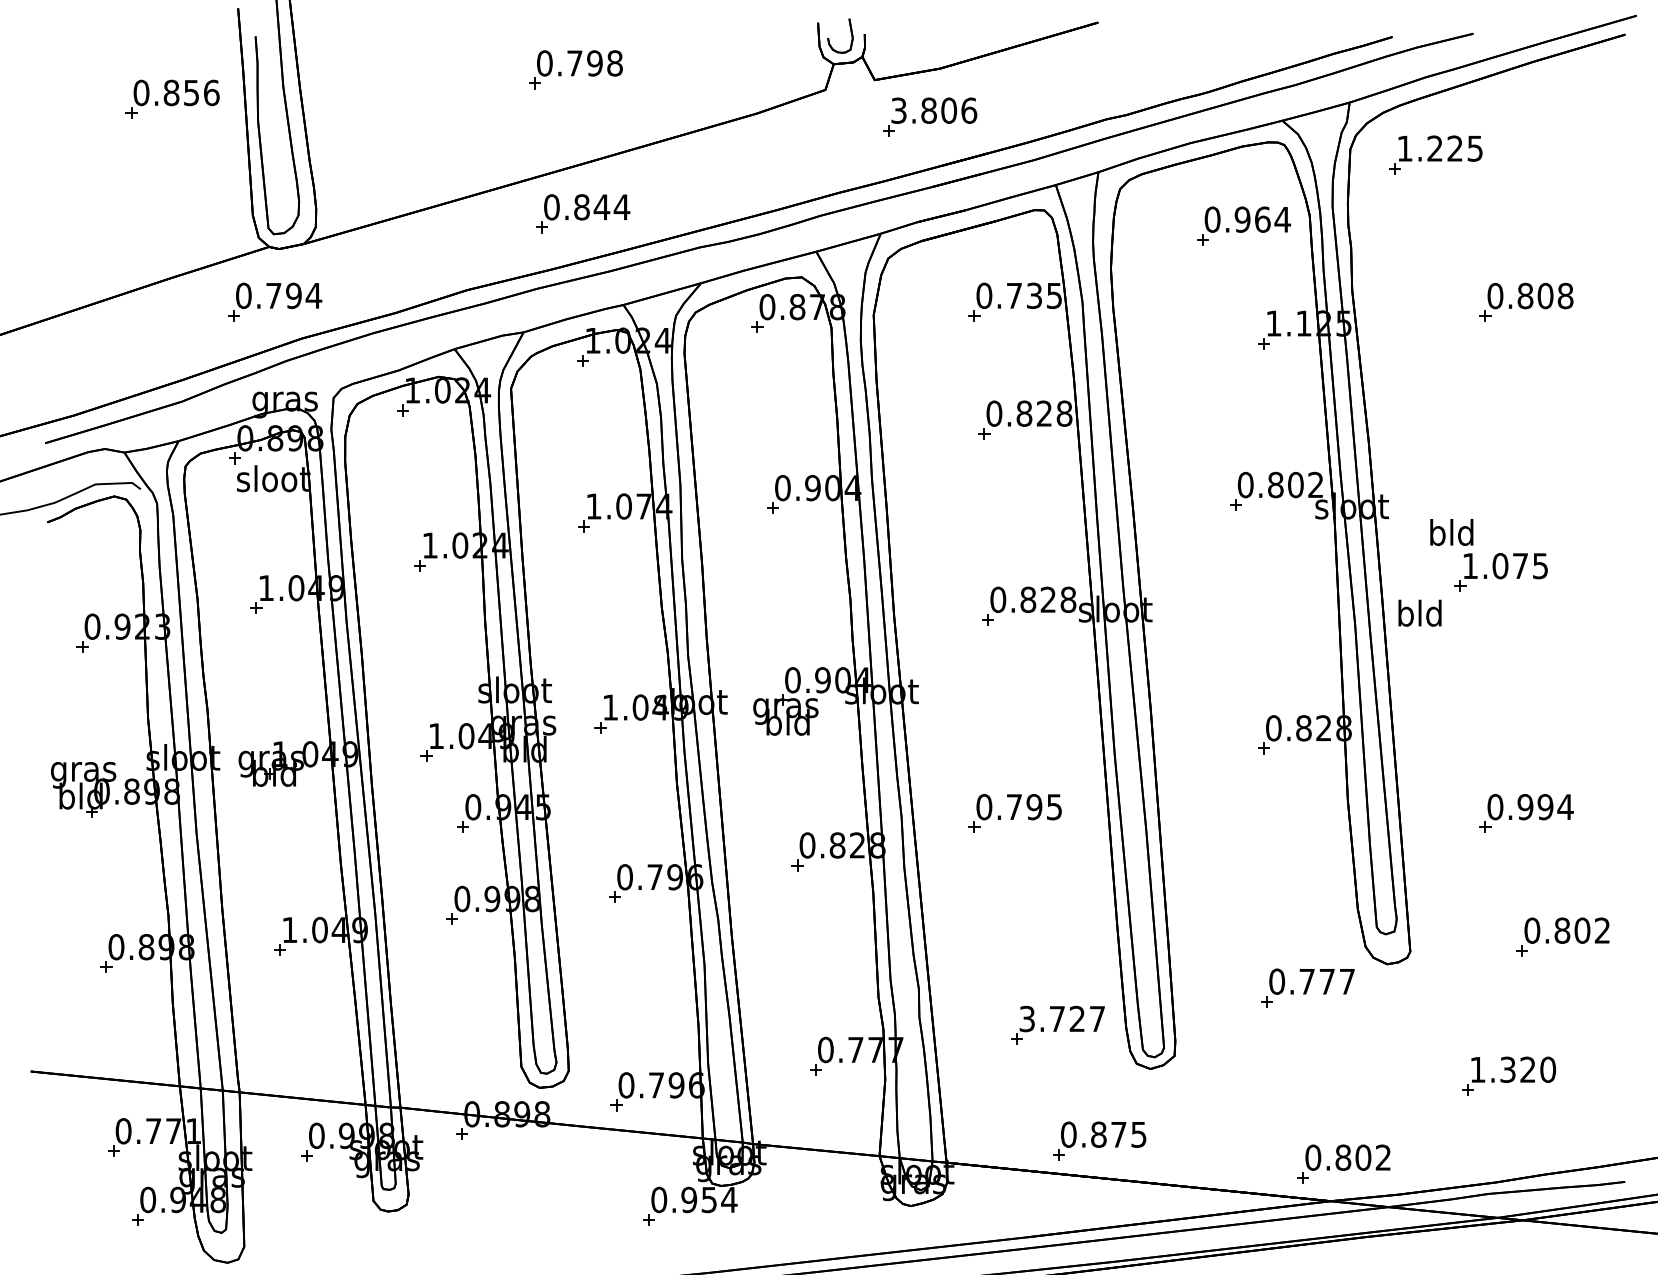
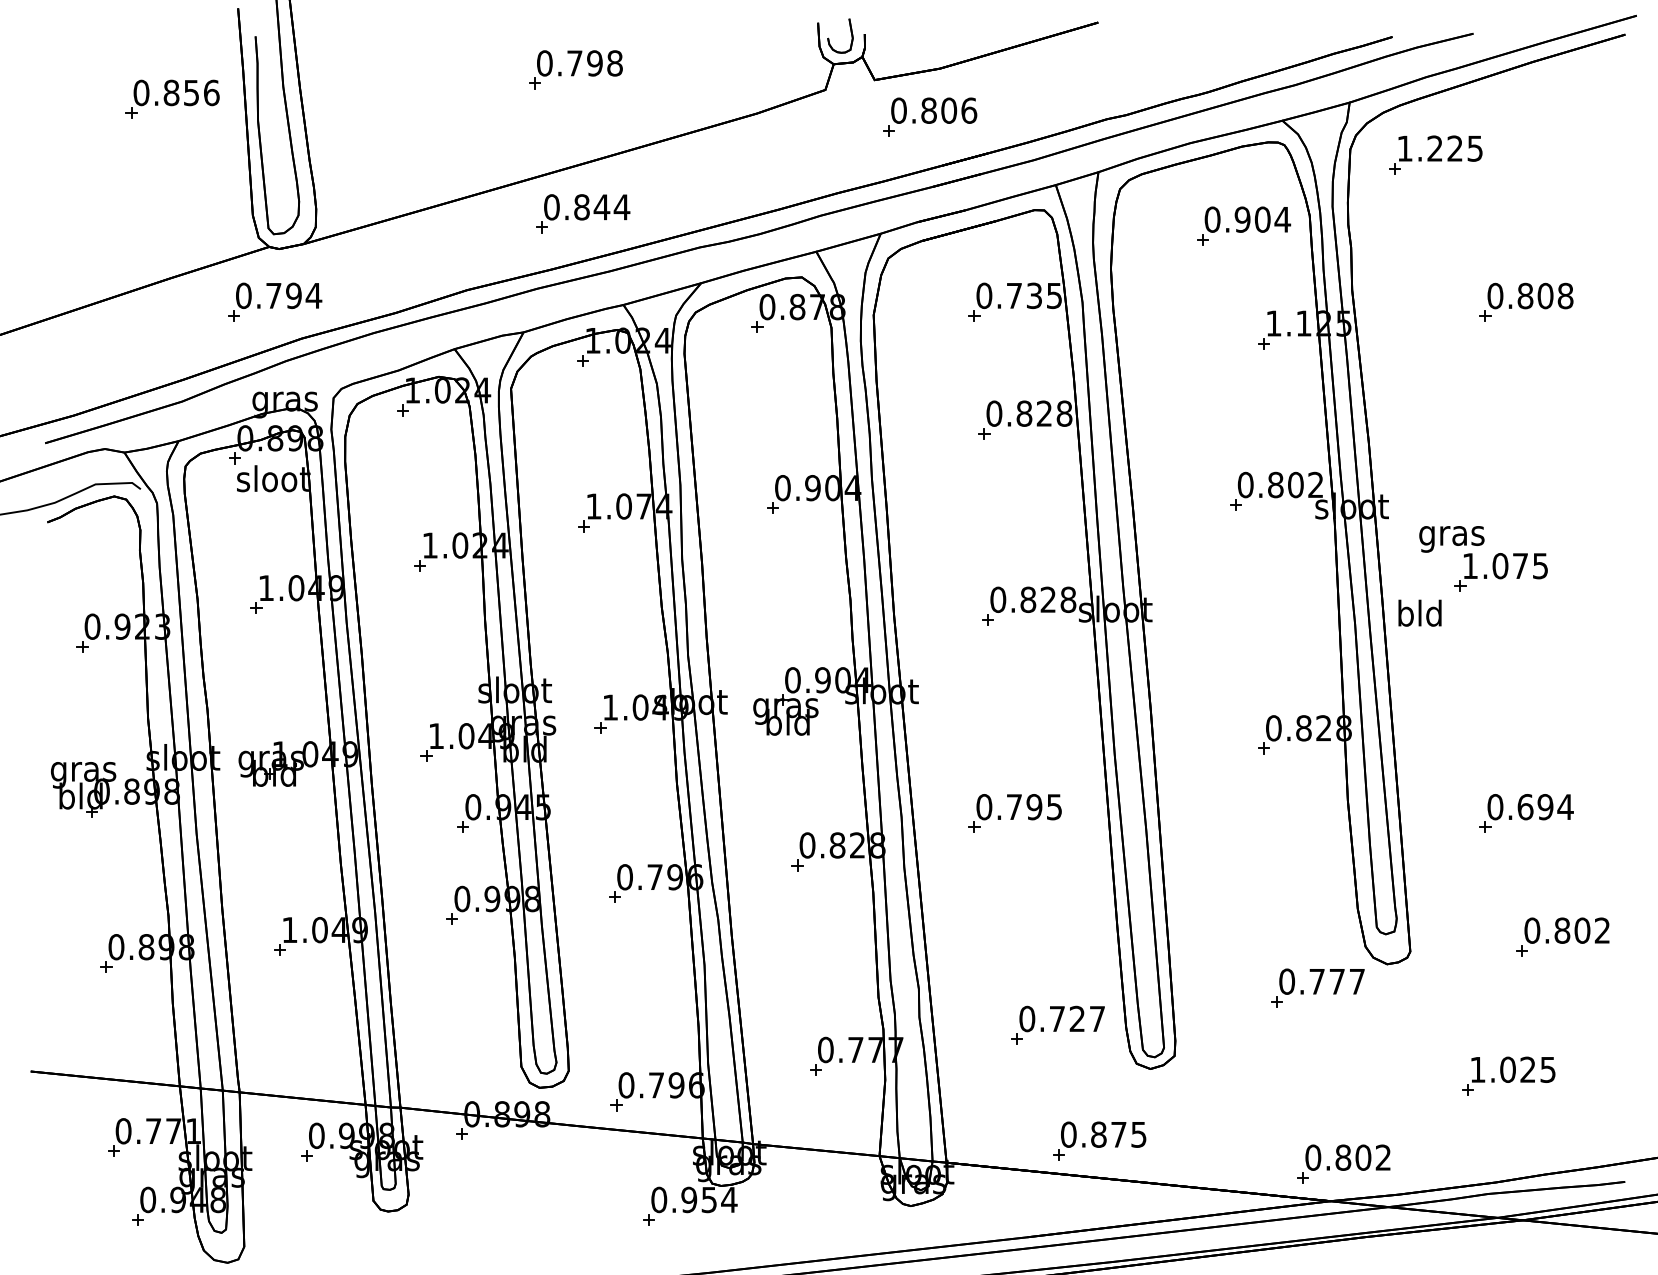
text at (898, 110): 3.806 -> 0.806
text at (1262, 219): 0.964 -> 0.904
text at (1451, 535): bld -> gras
text at (1525, 807): 0.994 -> 0.694
part at (1307, 987) position: (1307, 987) -> (1317, 987)
text at (1027, 1018): 3.727 -> 0.727
text at (1528, 1069): 1.320 -> 1.025
